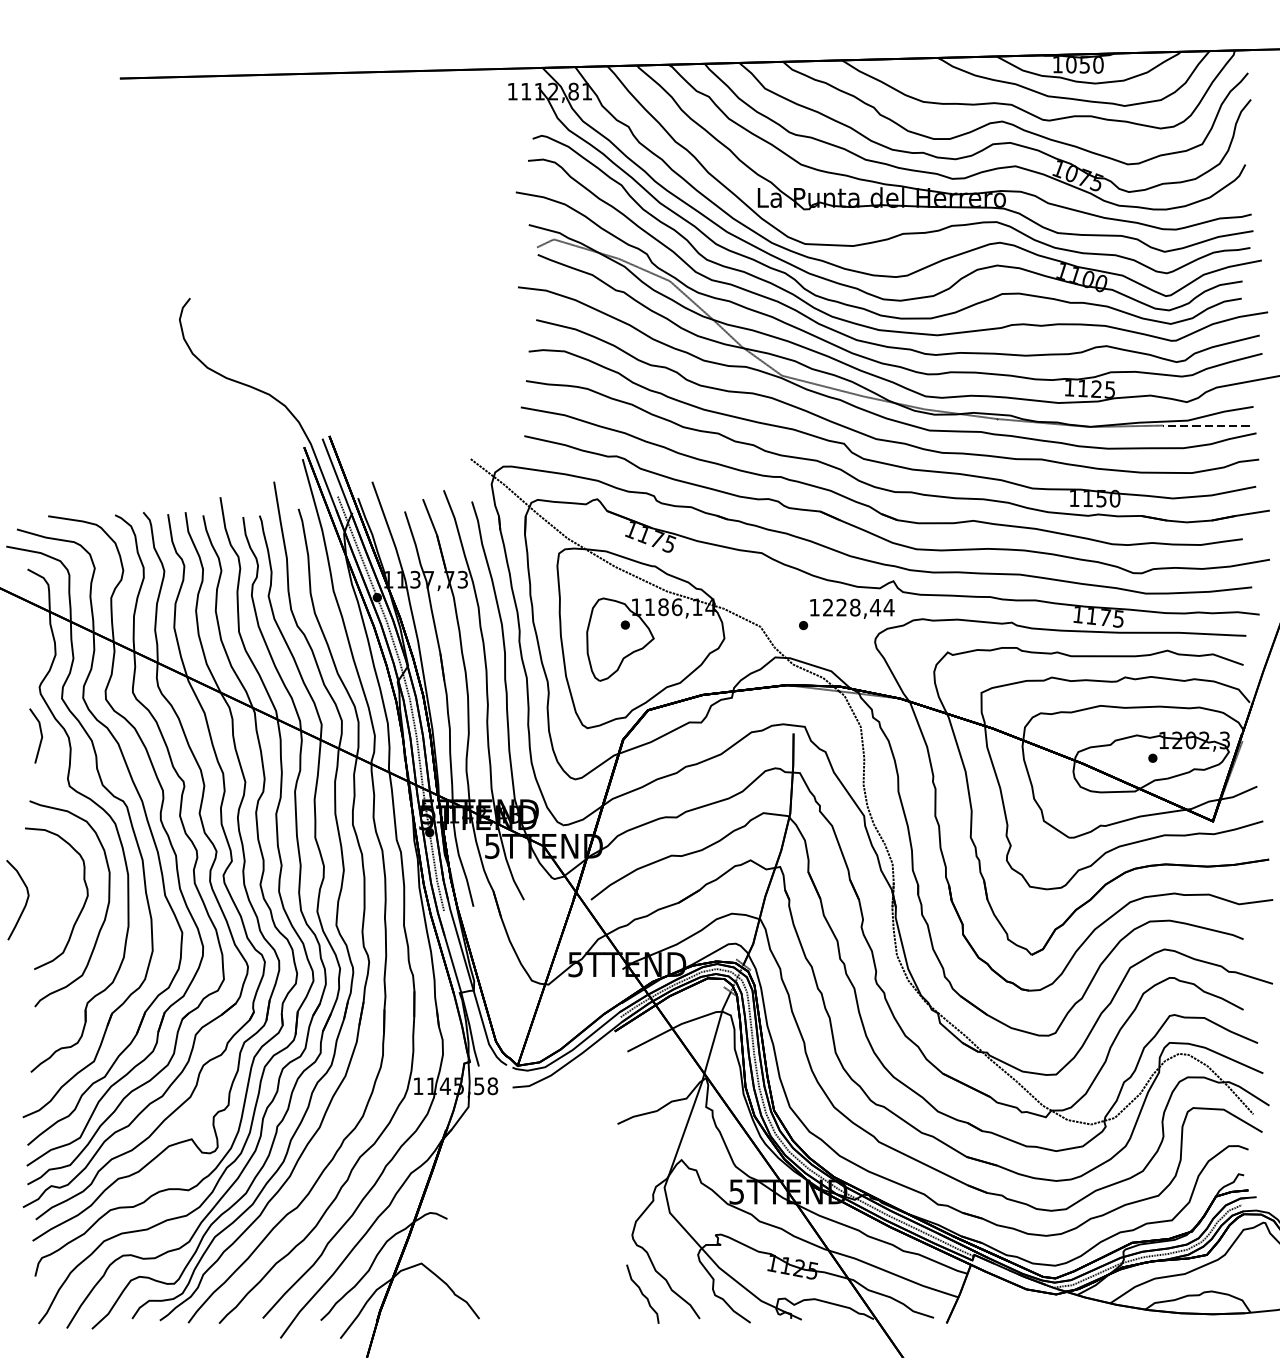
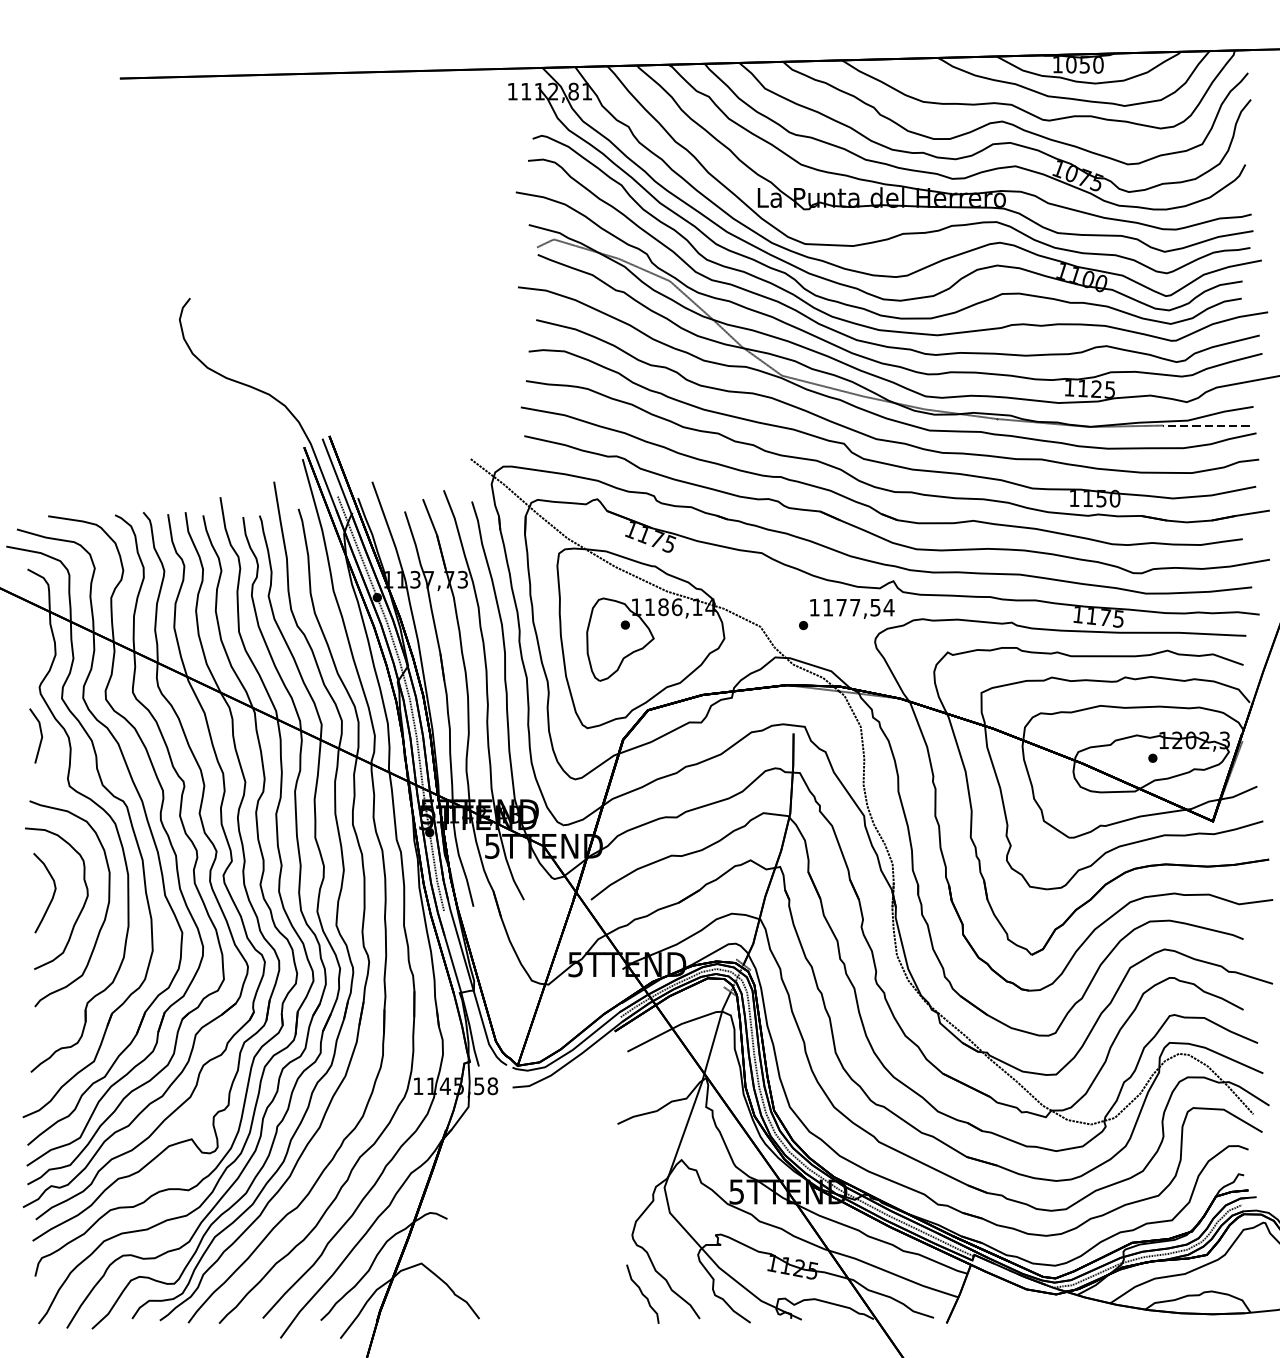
text at (852, 607): 1228,44 -> 1177,54
part at (25, 902) position: (25, 902) -> (52, 895)
